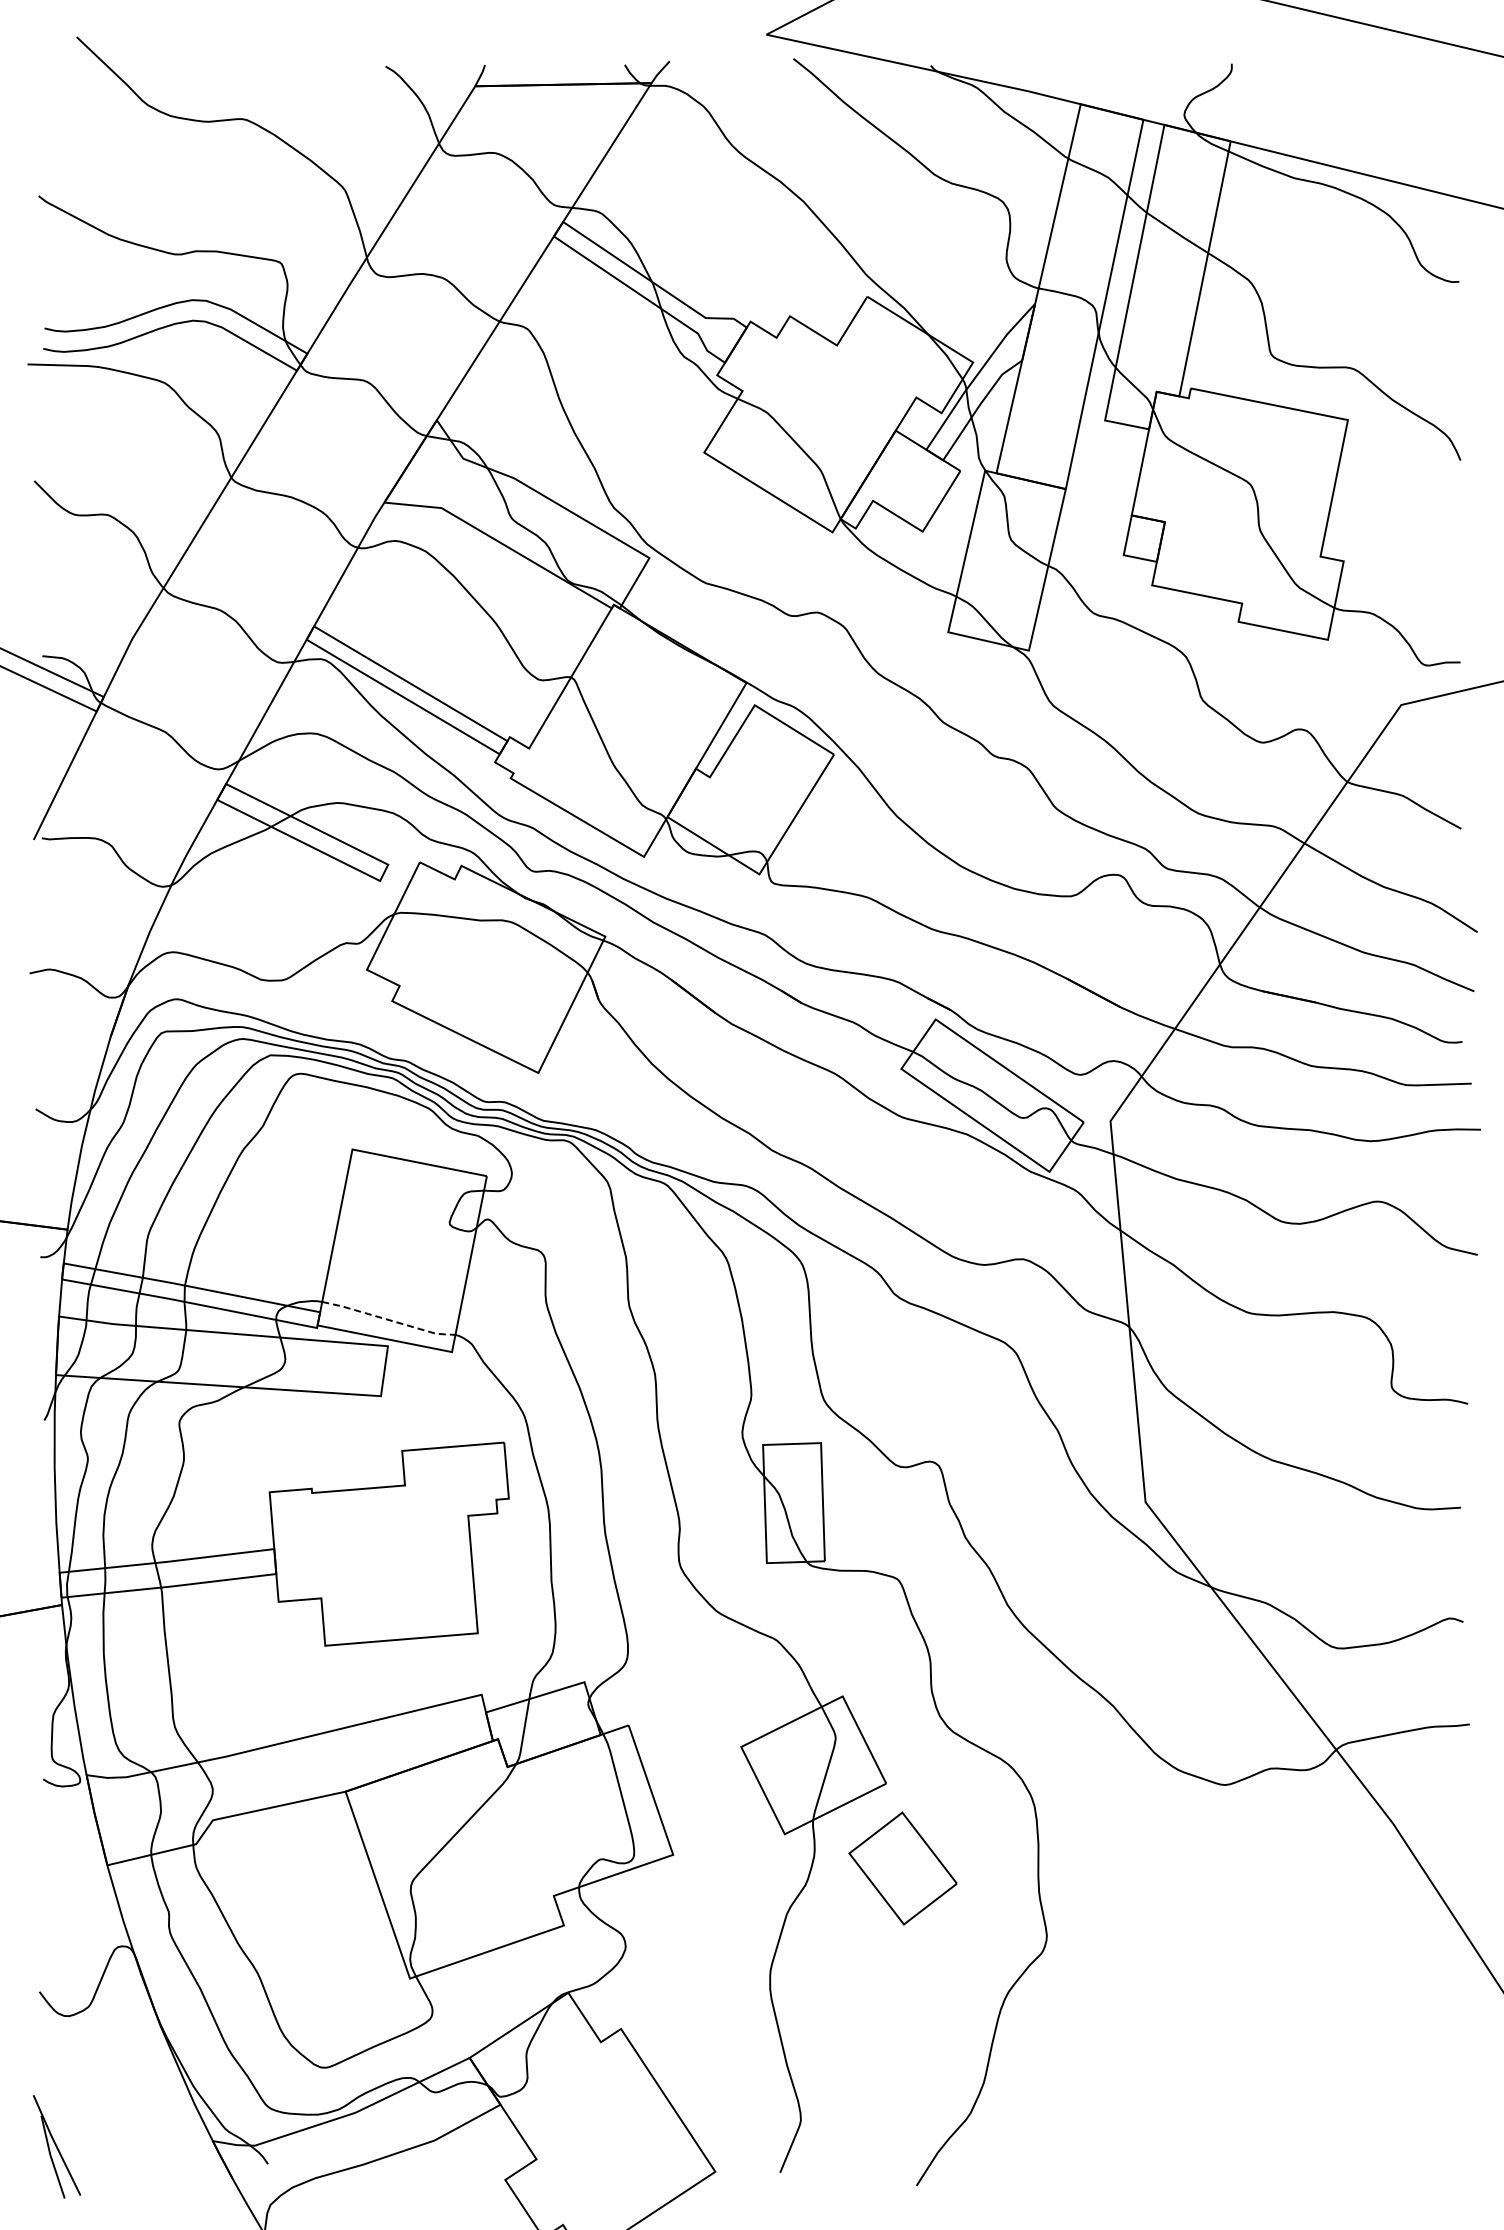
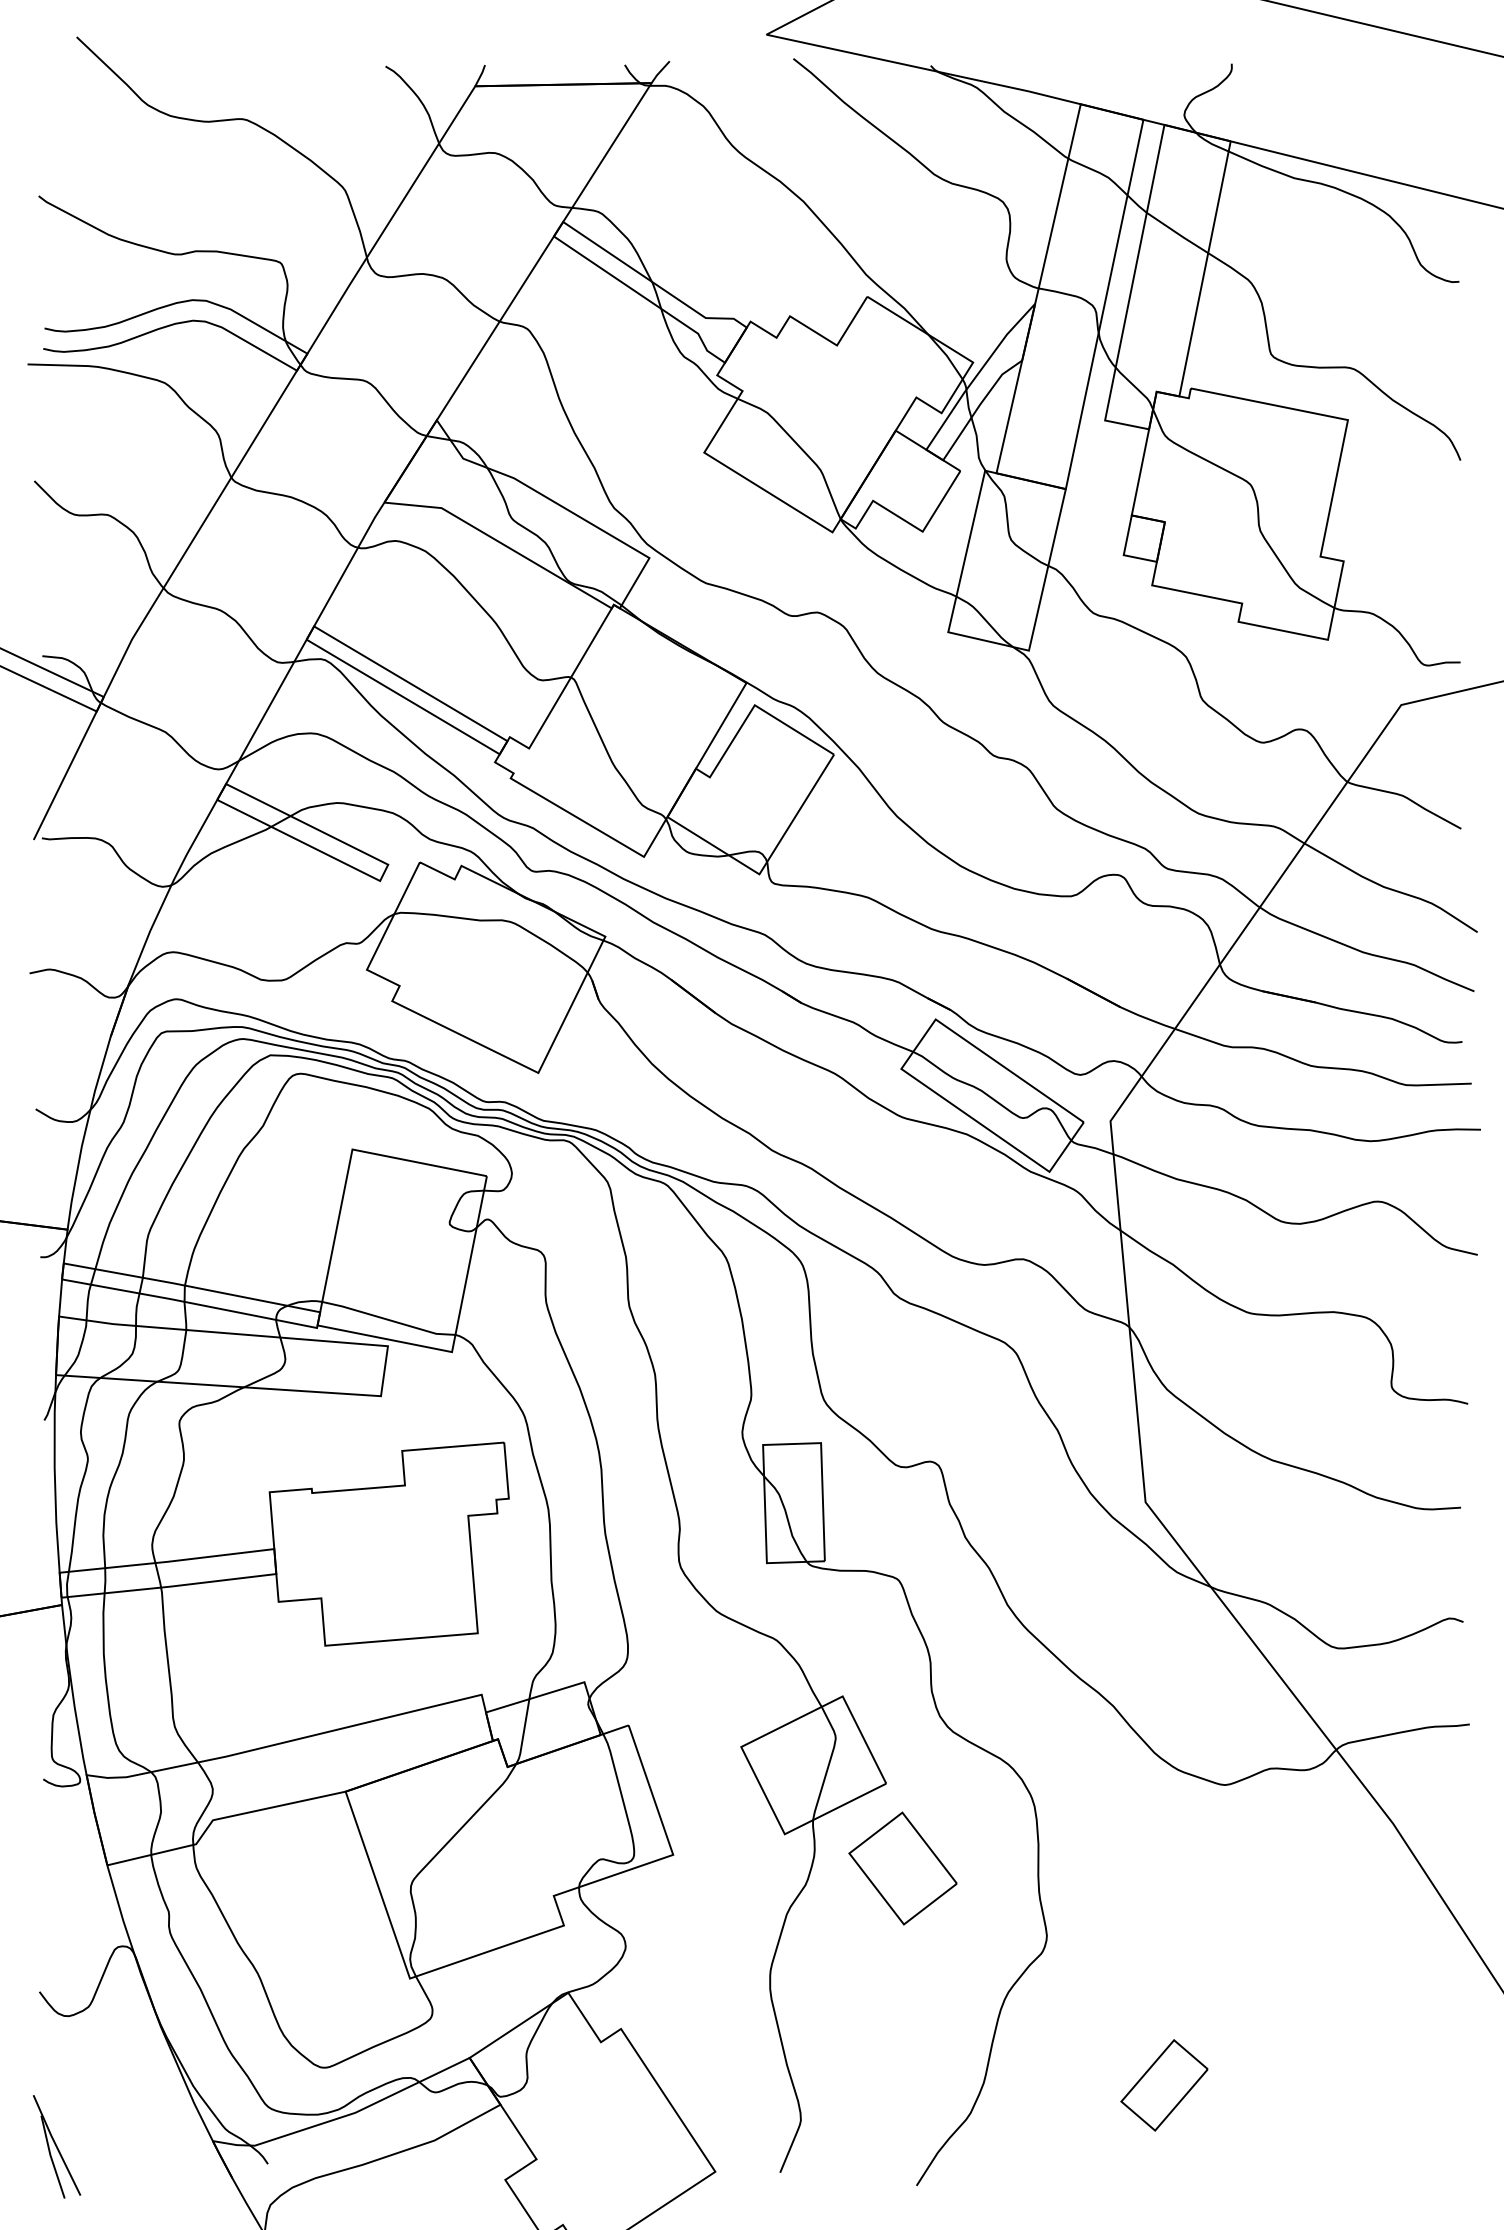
line at (389, 1320): dashed -> solid
part at (1164, 2085): none -> present
